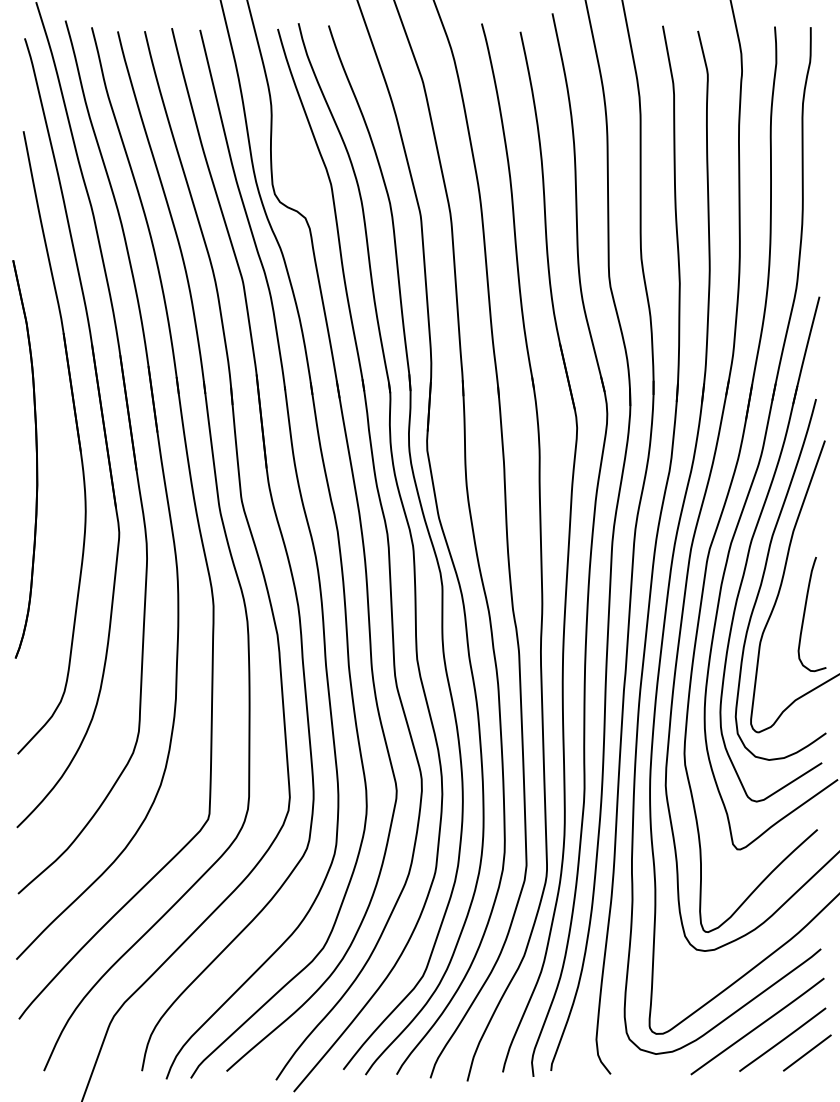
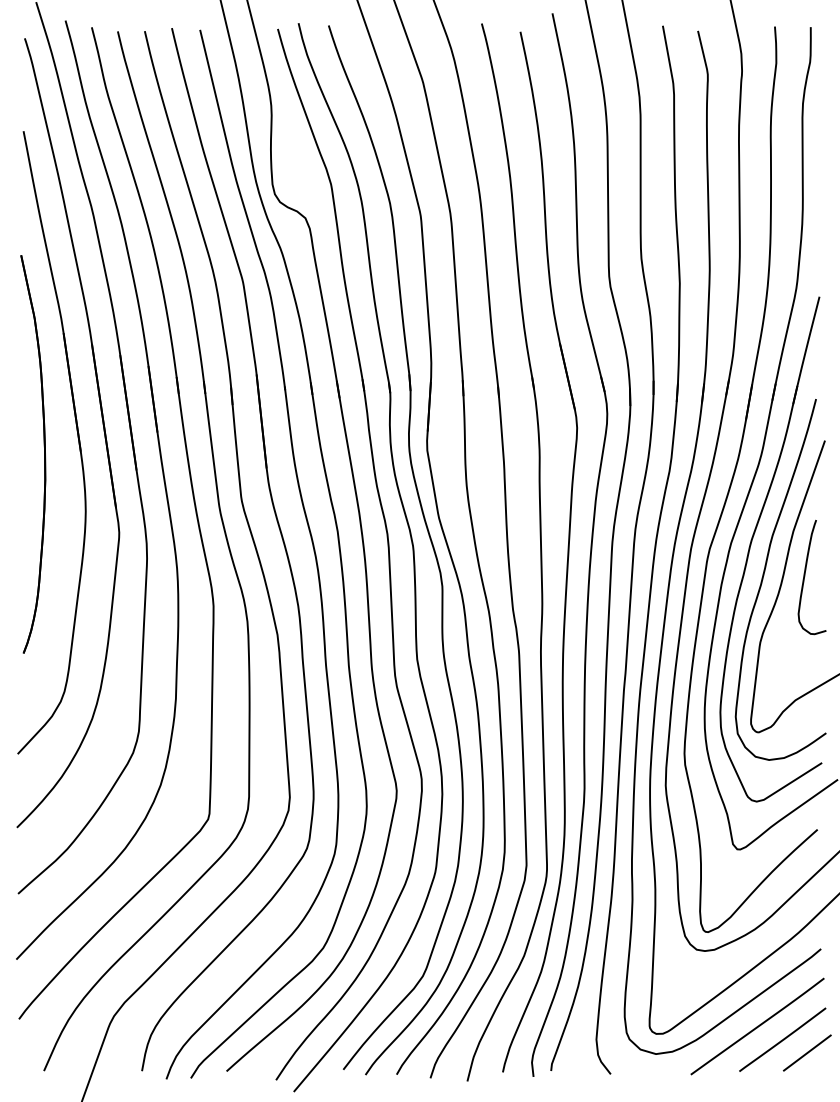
part at (36, 459) position: (36, 459) -> (44, 454)
curve at (805, 613) position: (805, 613) -> (805, 576)
